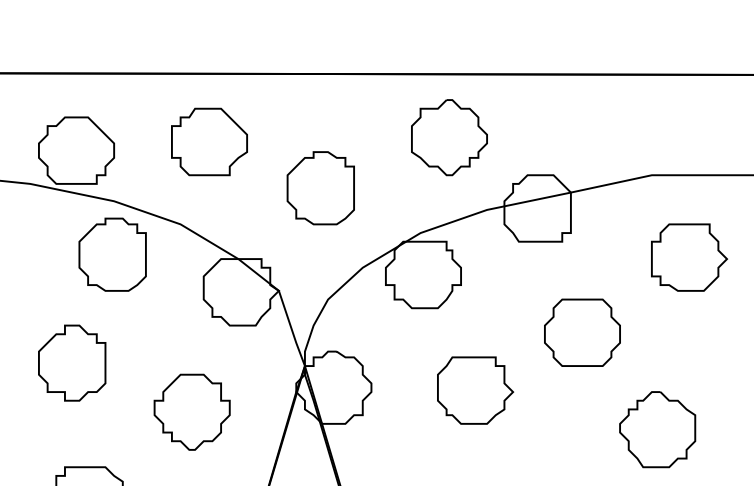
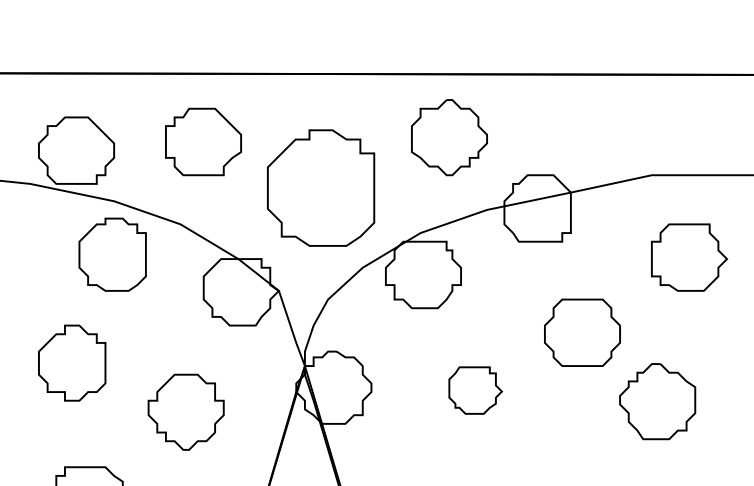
part at (209, 141) position: (209, 141) -> (203, 141)
part at (320, 188) size: 69x75 px -> 109x118 px
part at (475, 390) size: 78x69 px -> 55x49 px
part at (191, 411) position: (191, 411) -> (185, 411)
part at (657, 429) position: (657, 429) -> (657, 401)
